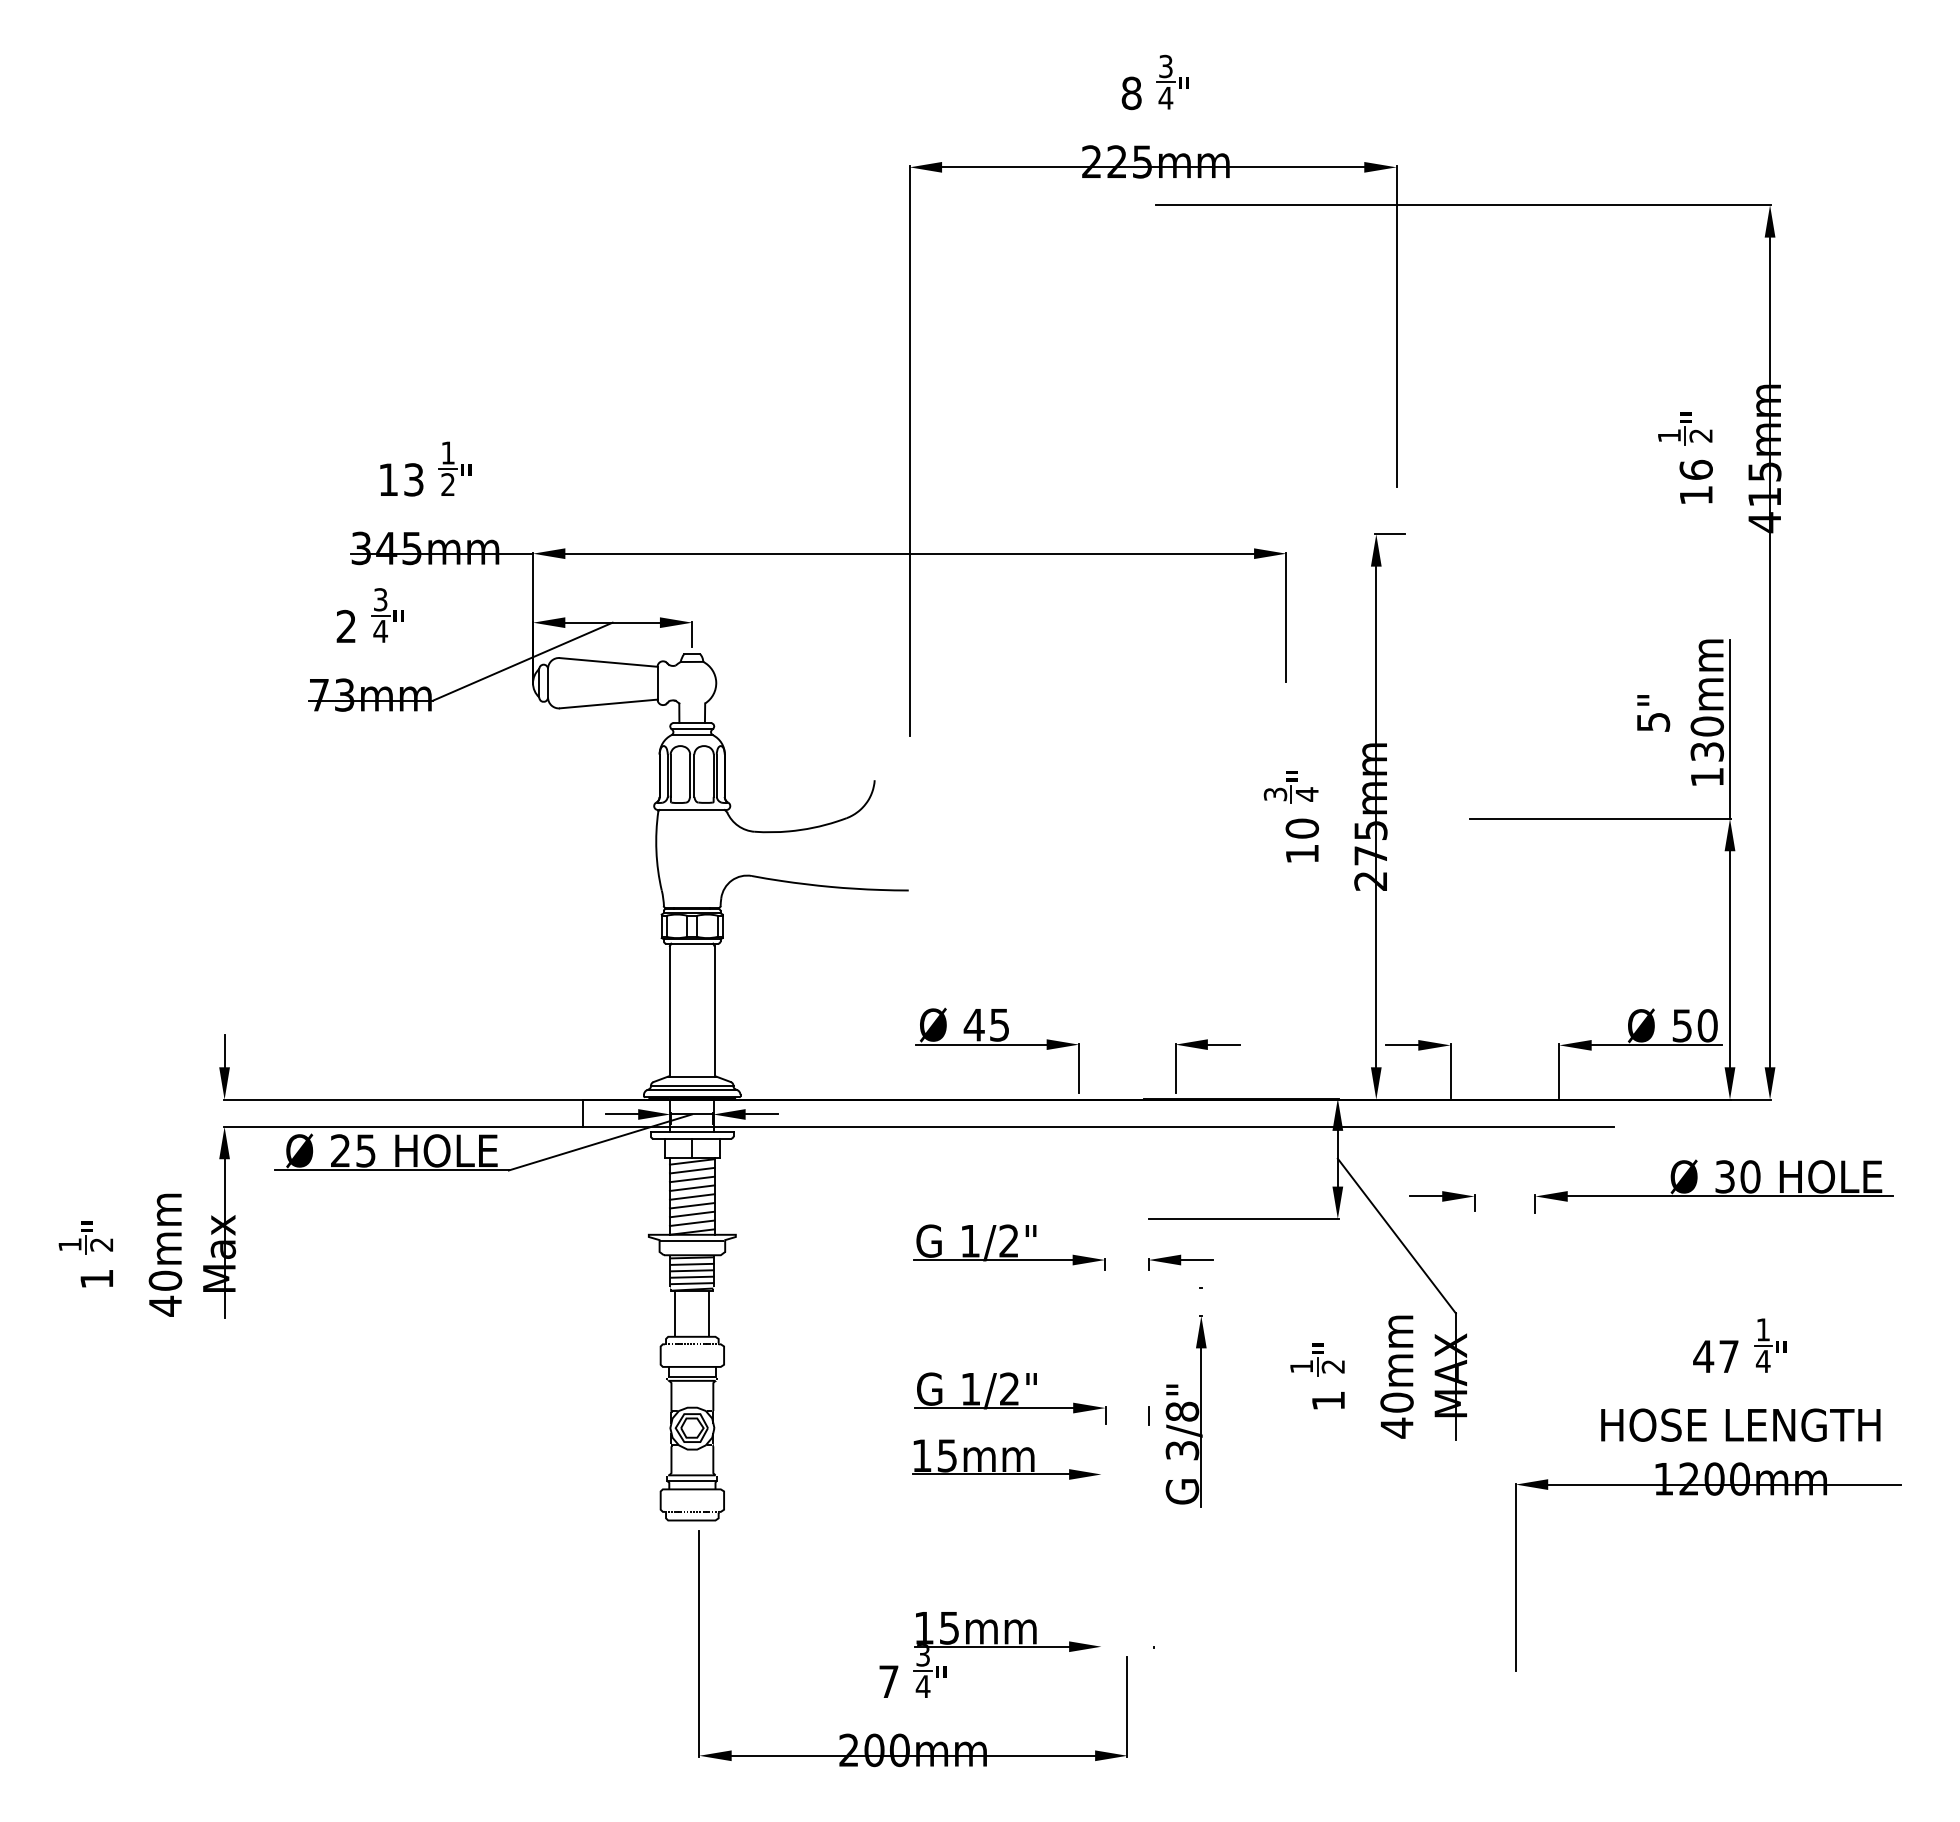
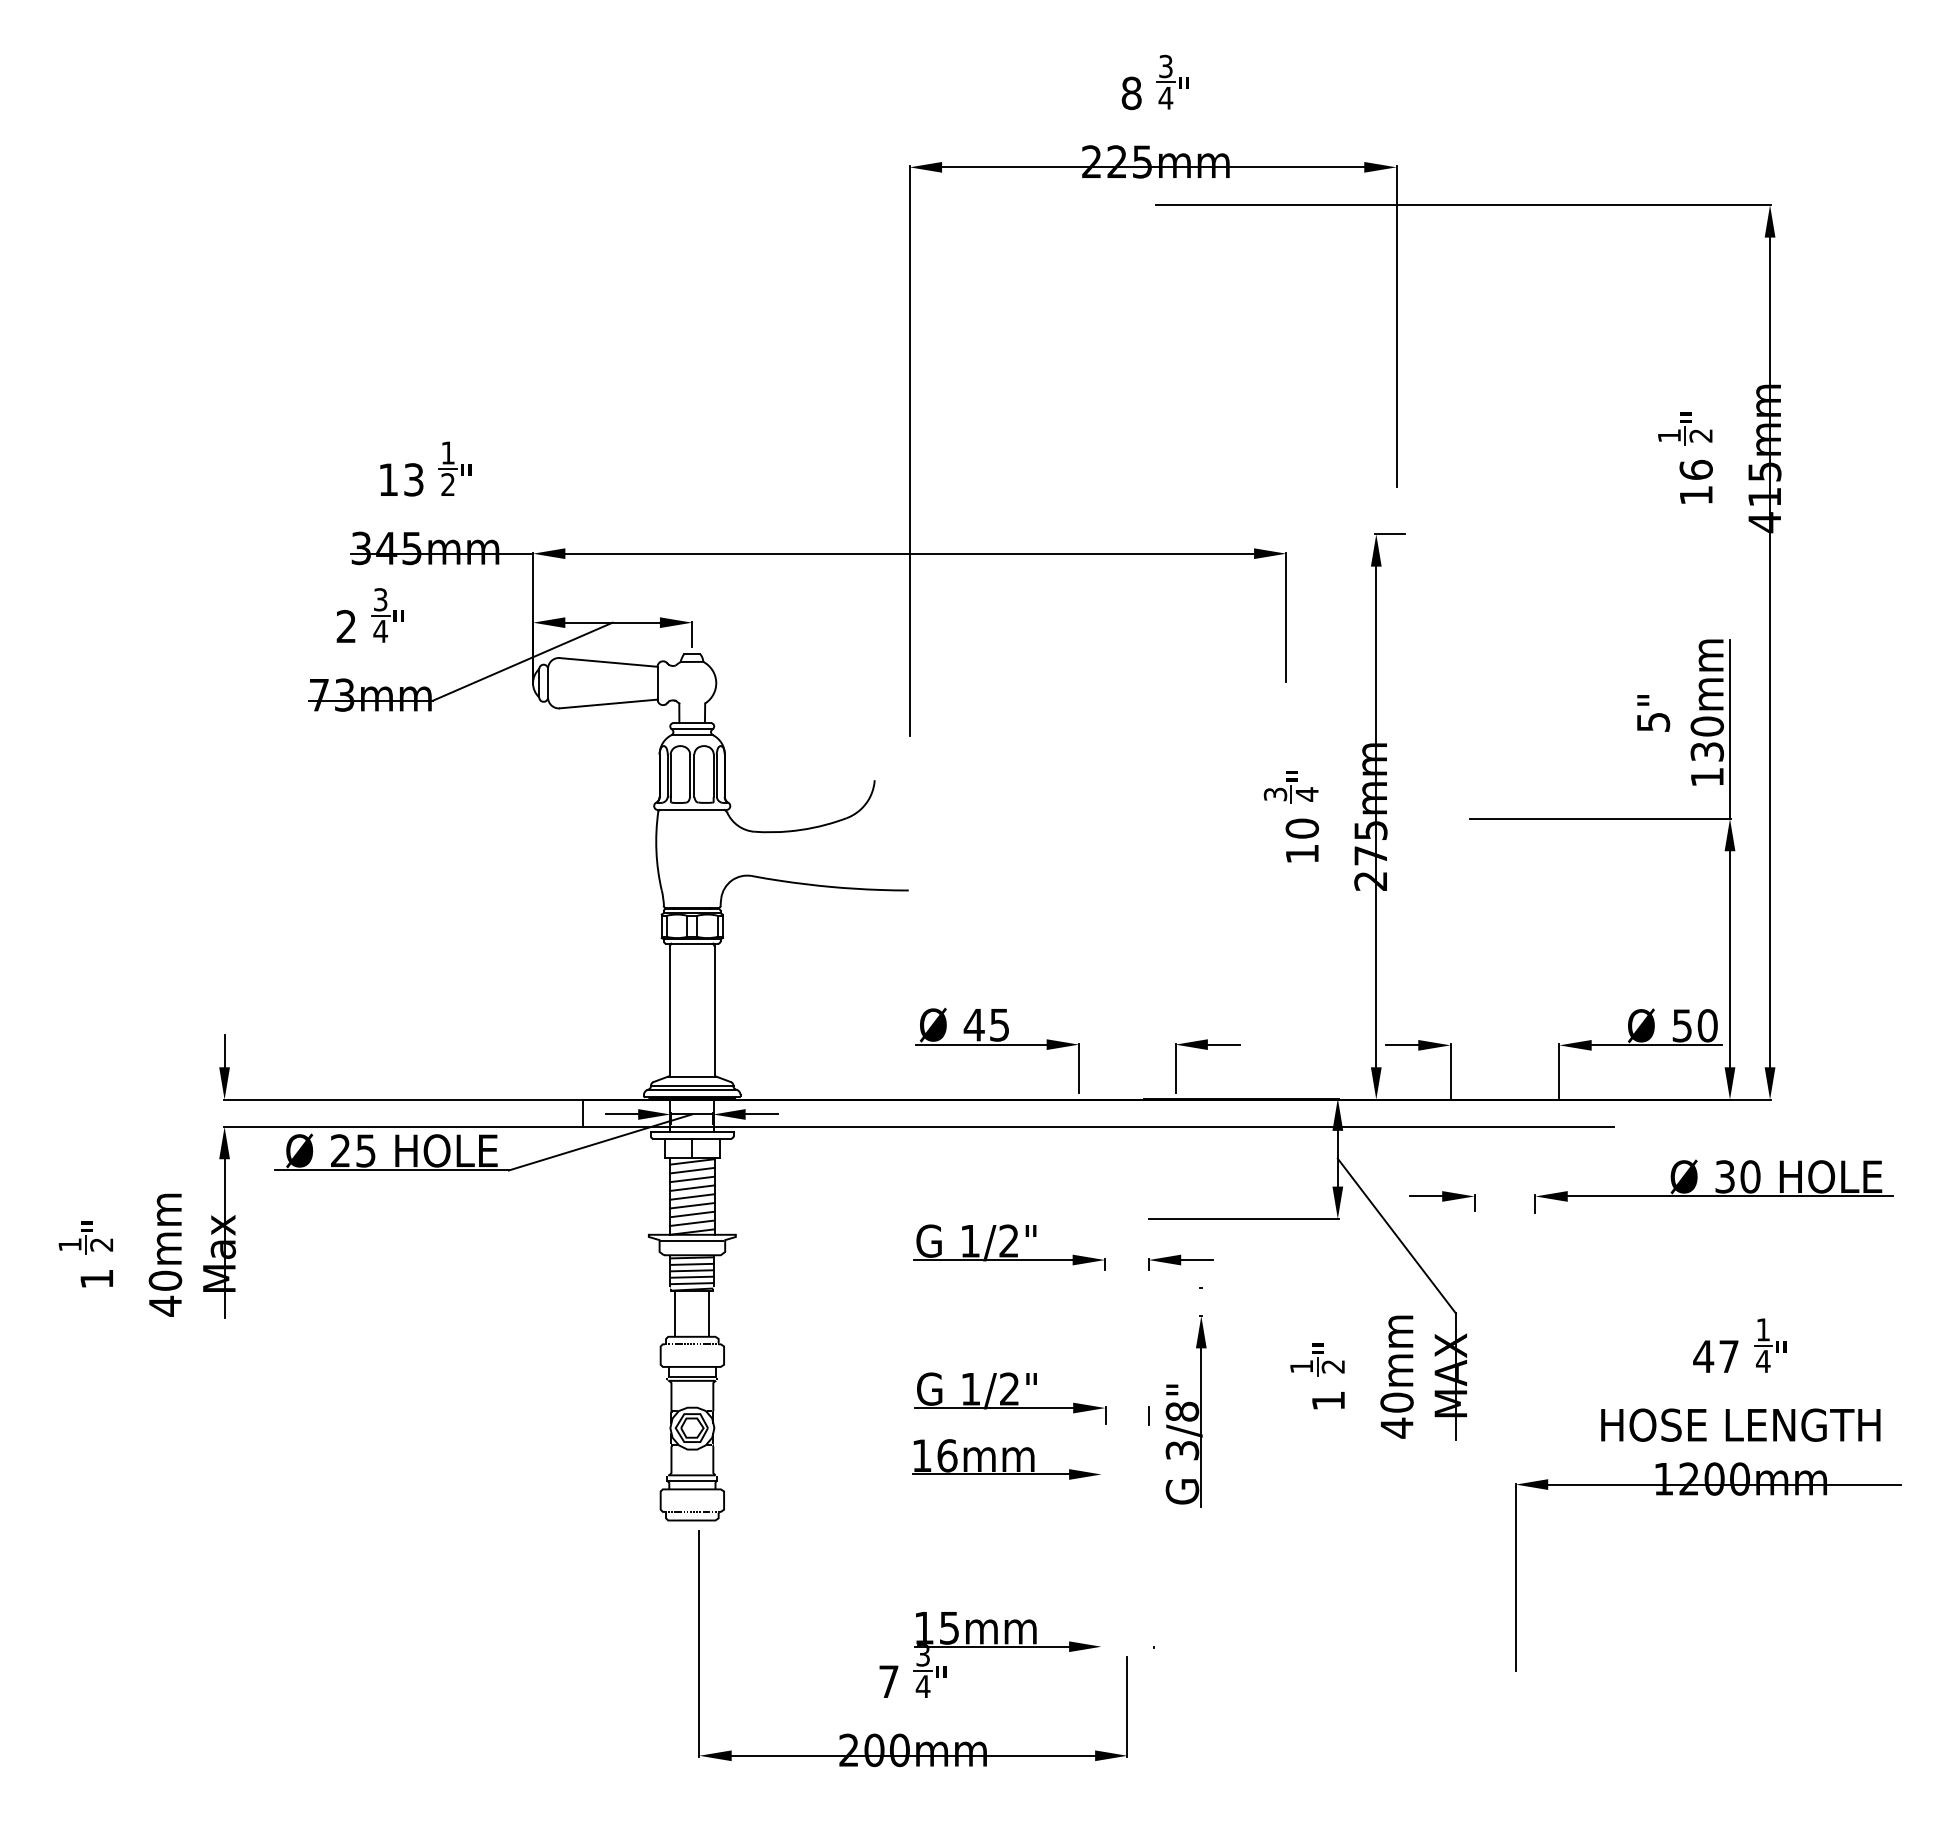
text at (947, 1455): 15mm -> 16mm
